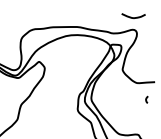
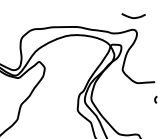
curve at (146, 99) position: (146, 99) -> (155, 99)
